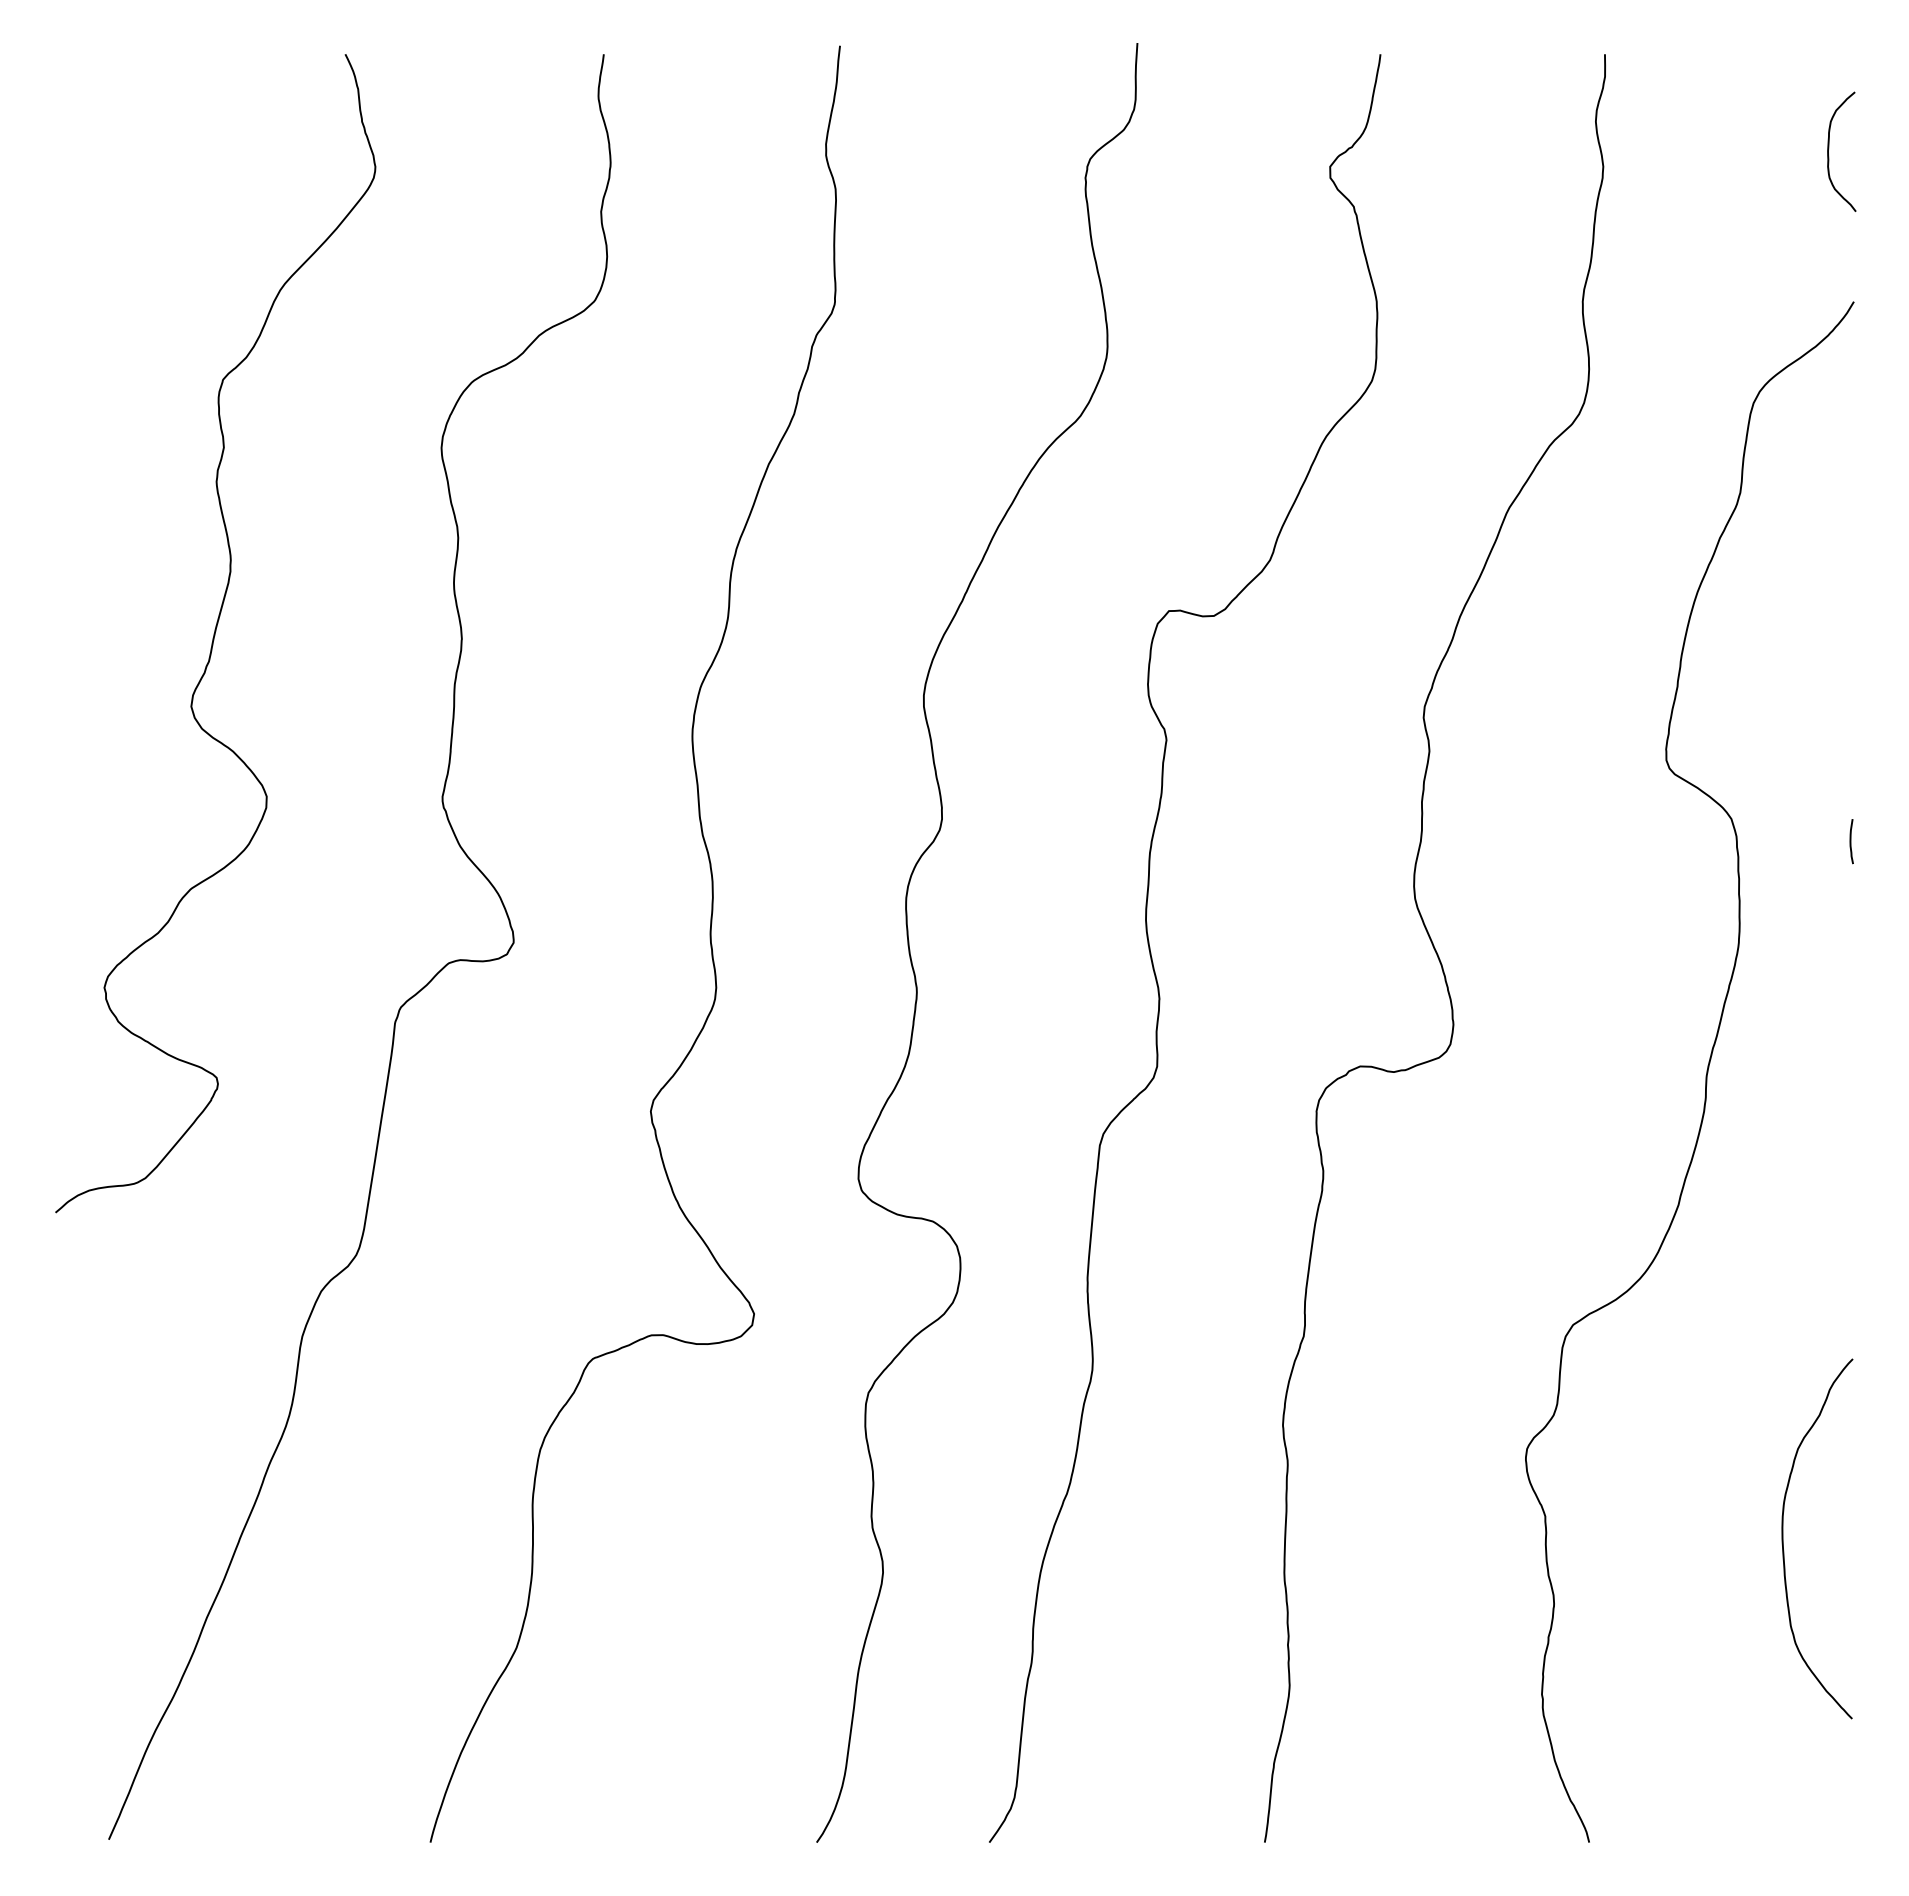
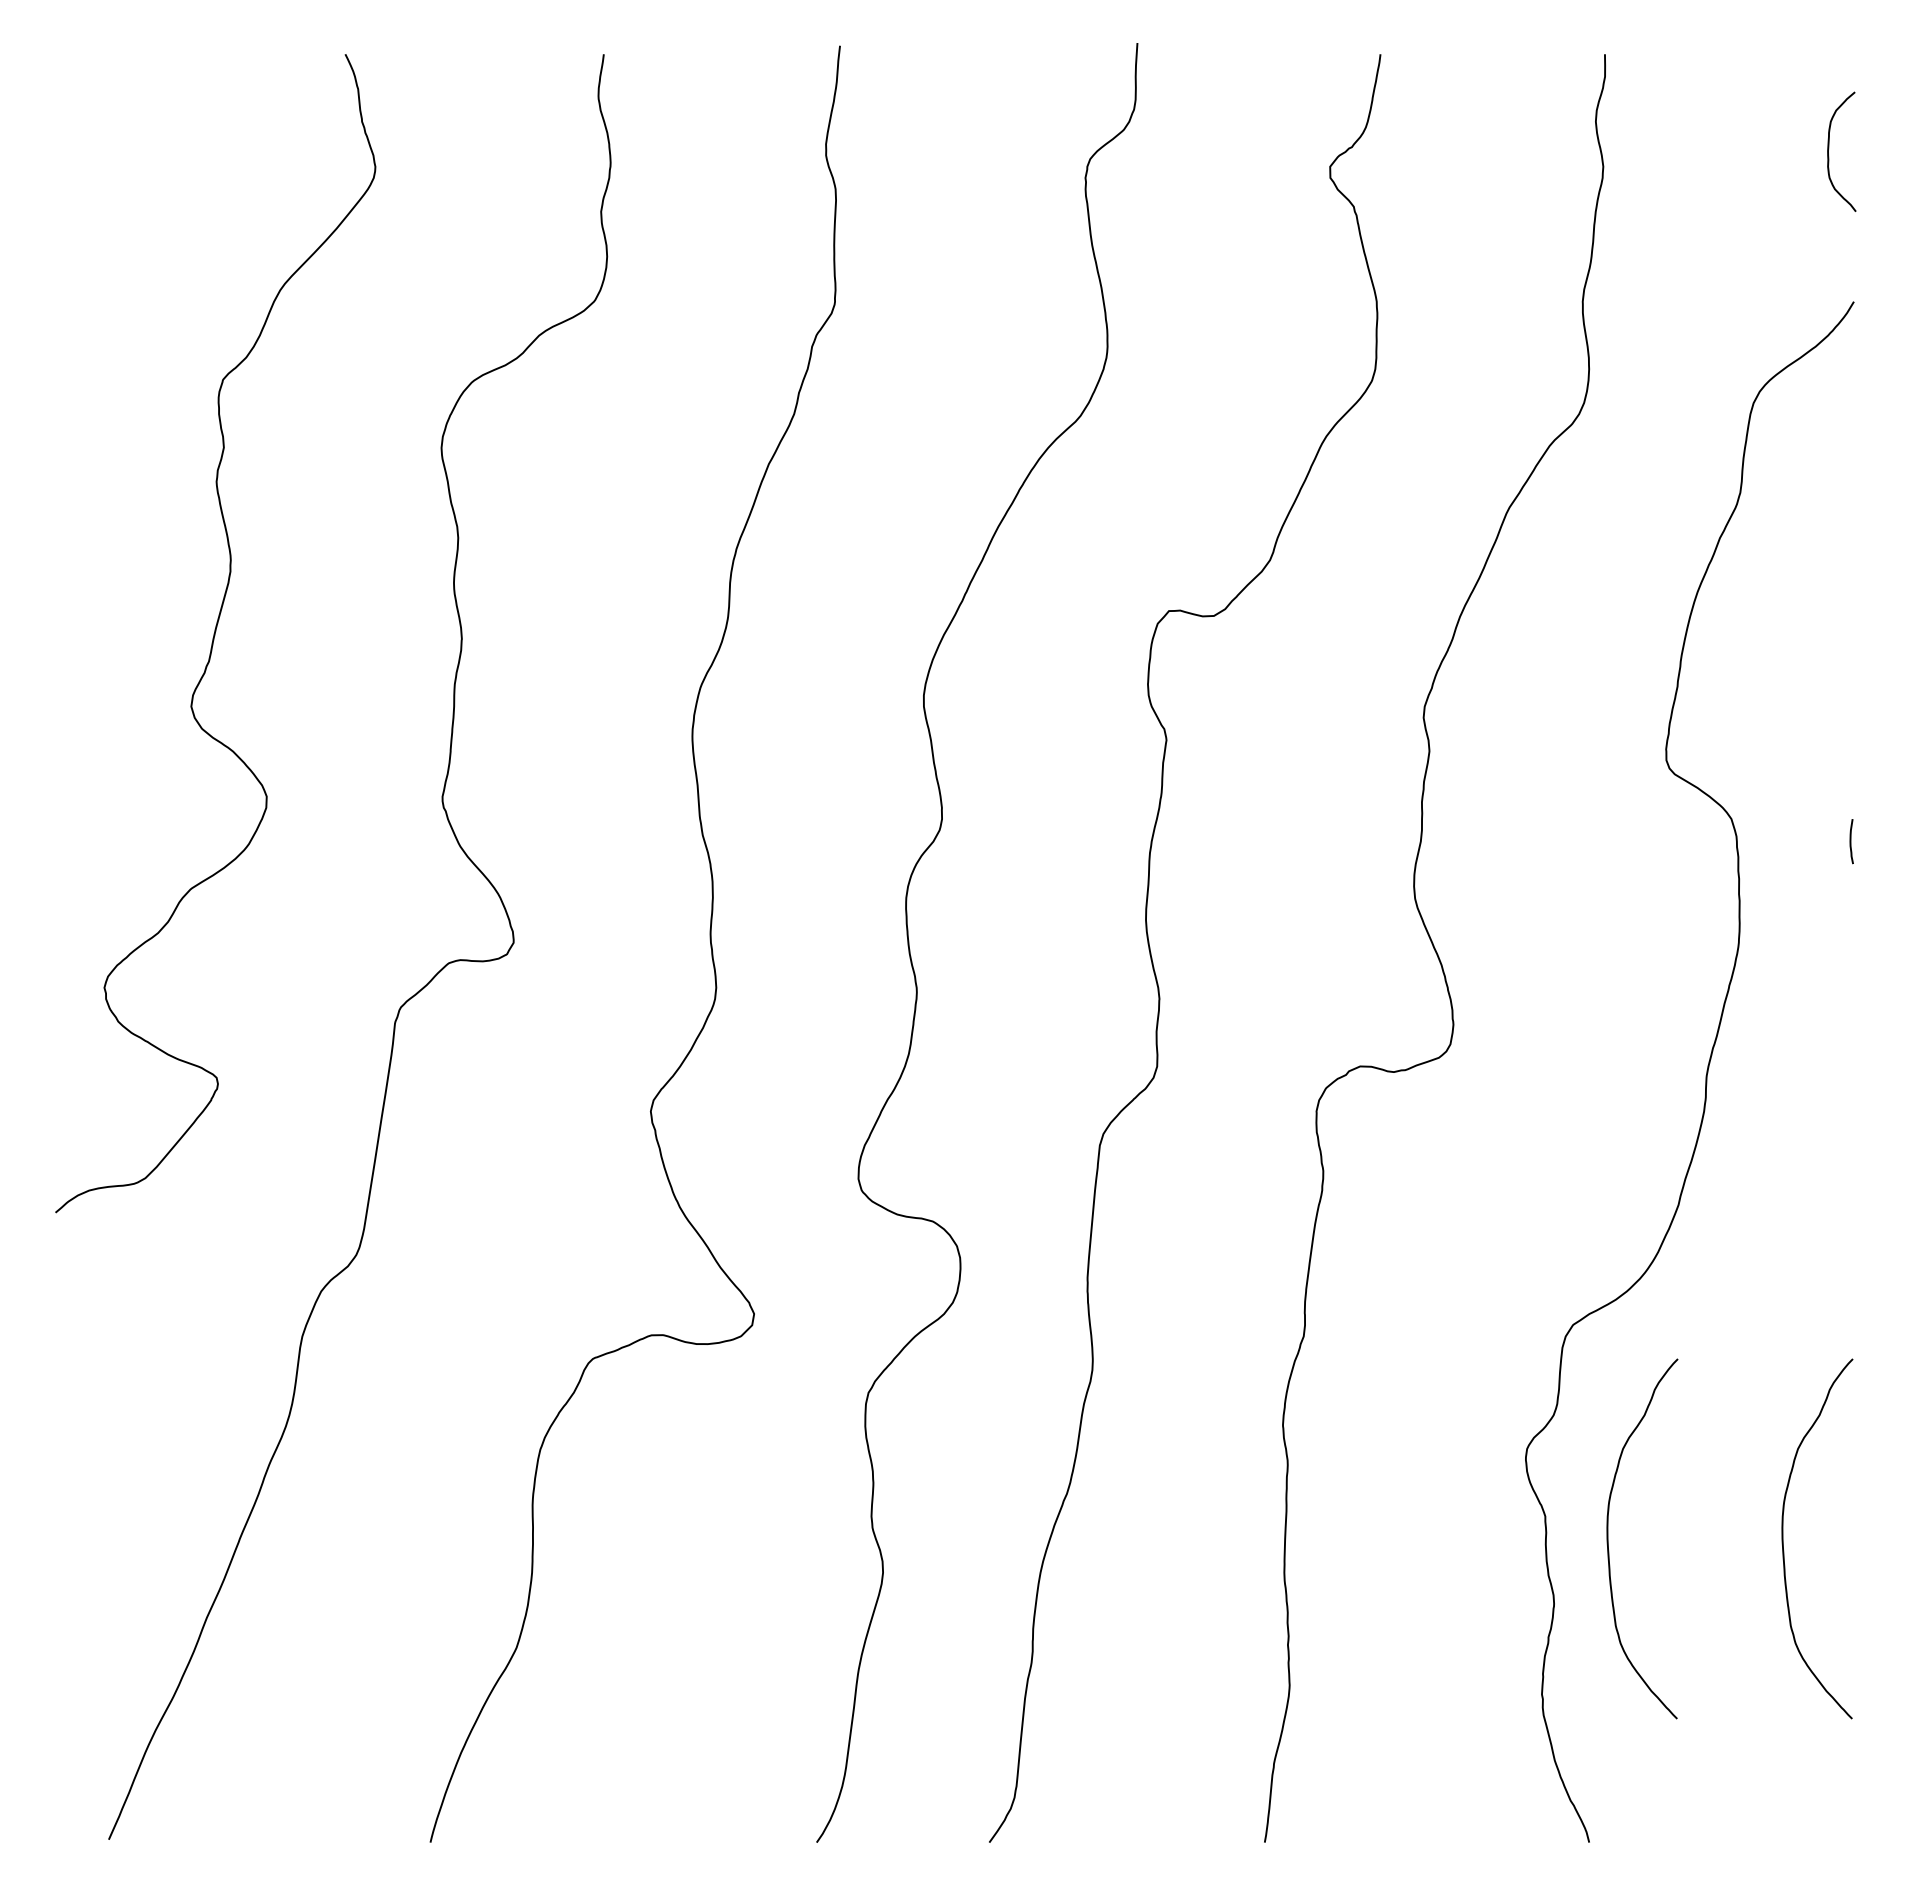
curve at (1608, 1538): none -> present
